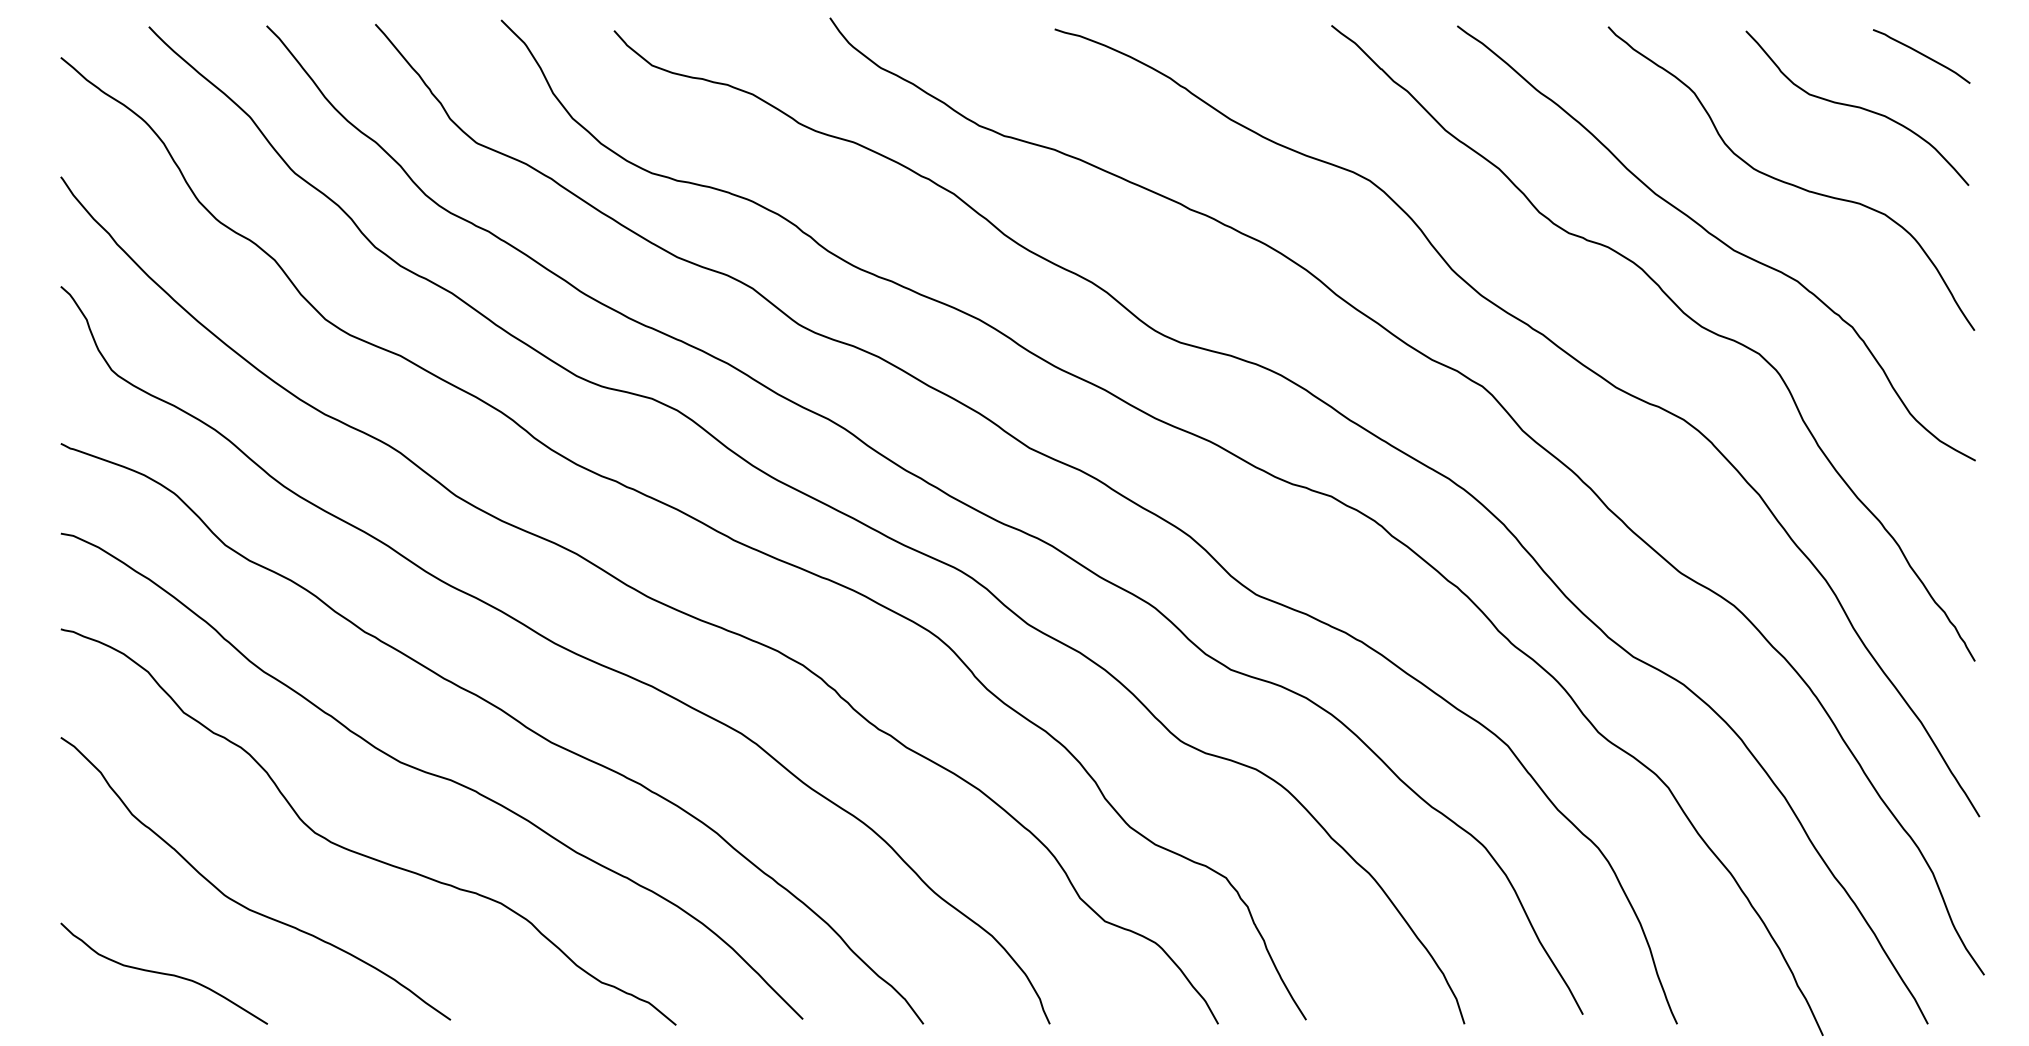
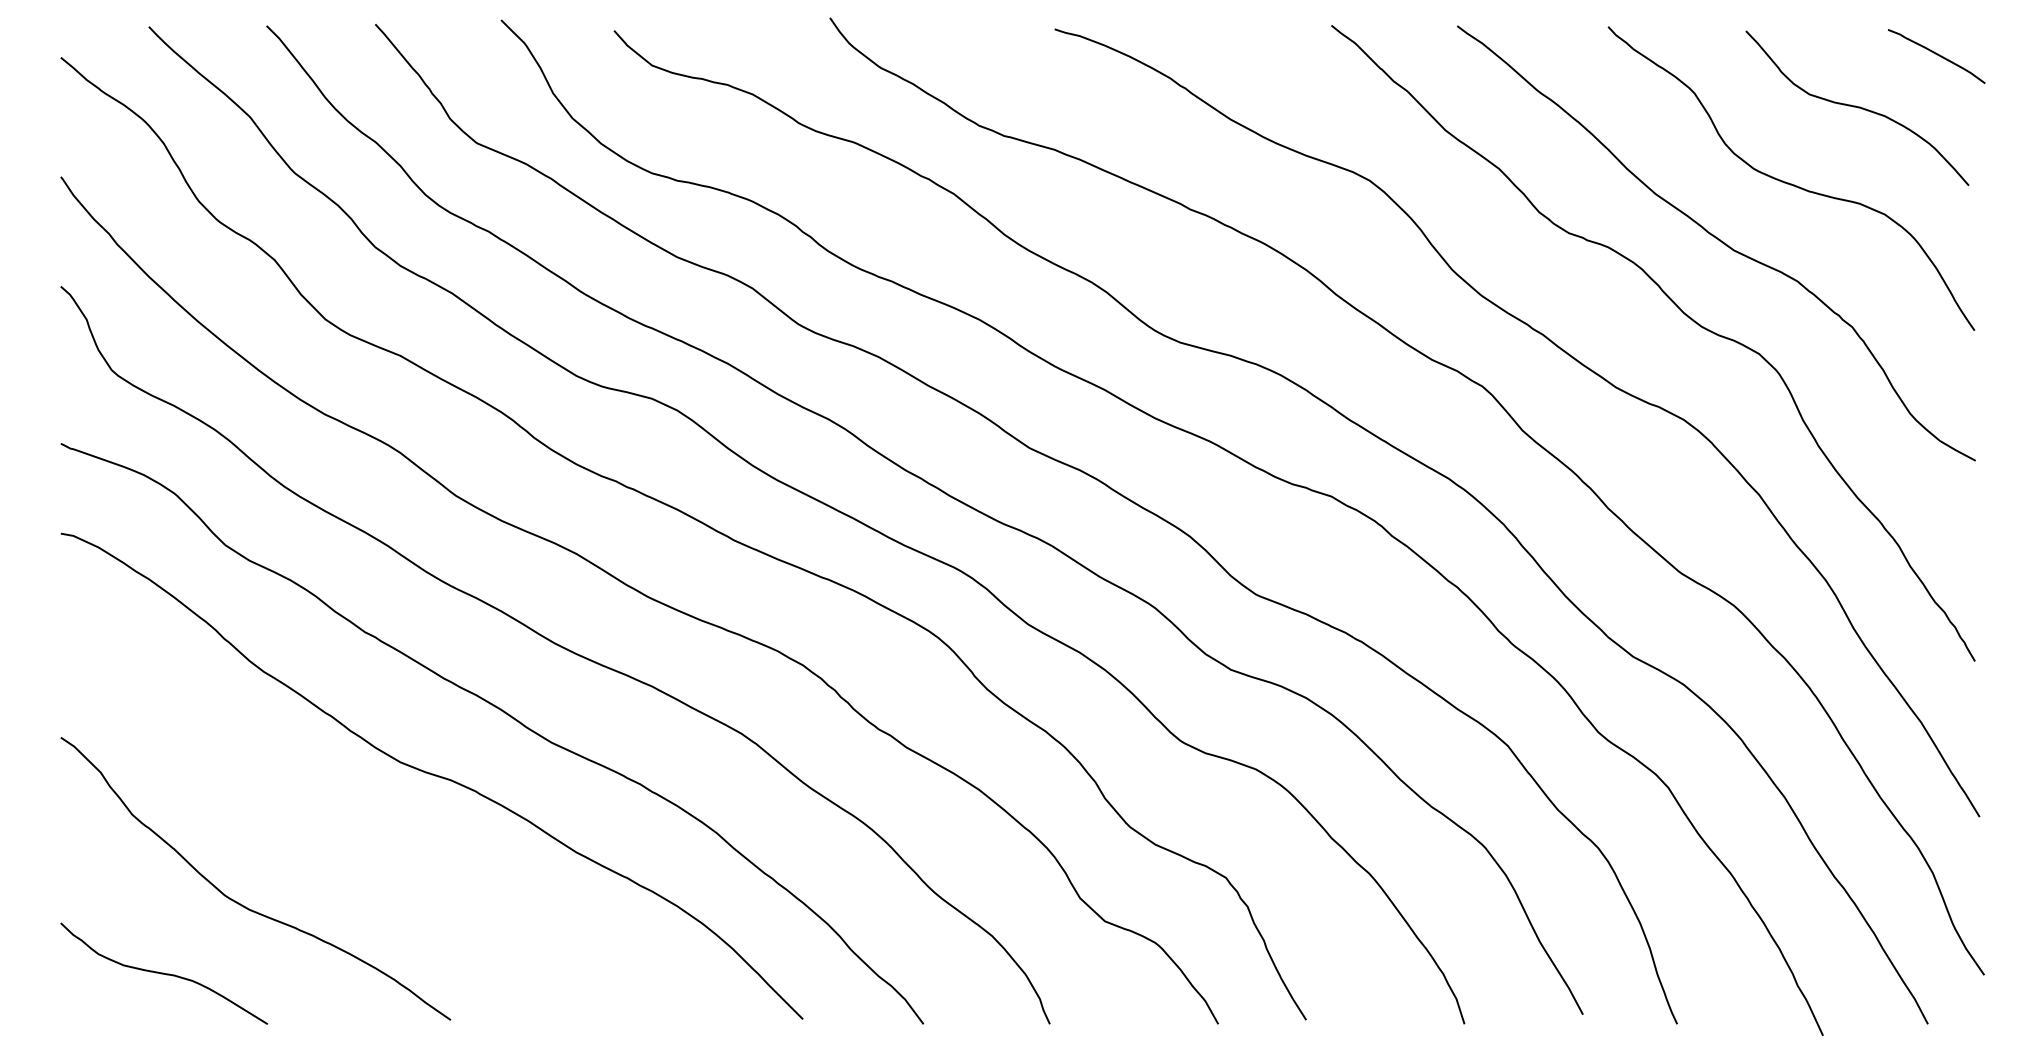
curve at (1922, 55) position: (1922, 55) -> (1937, 55)
curve at (359, 852): present -> none
